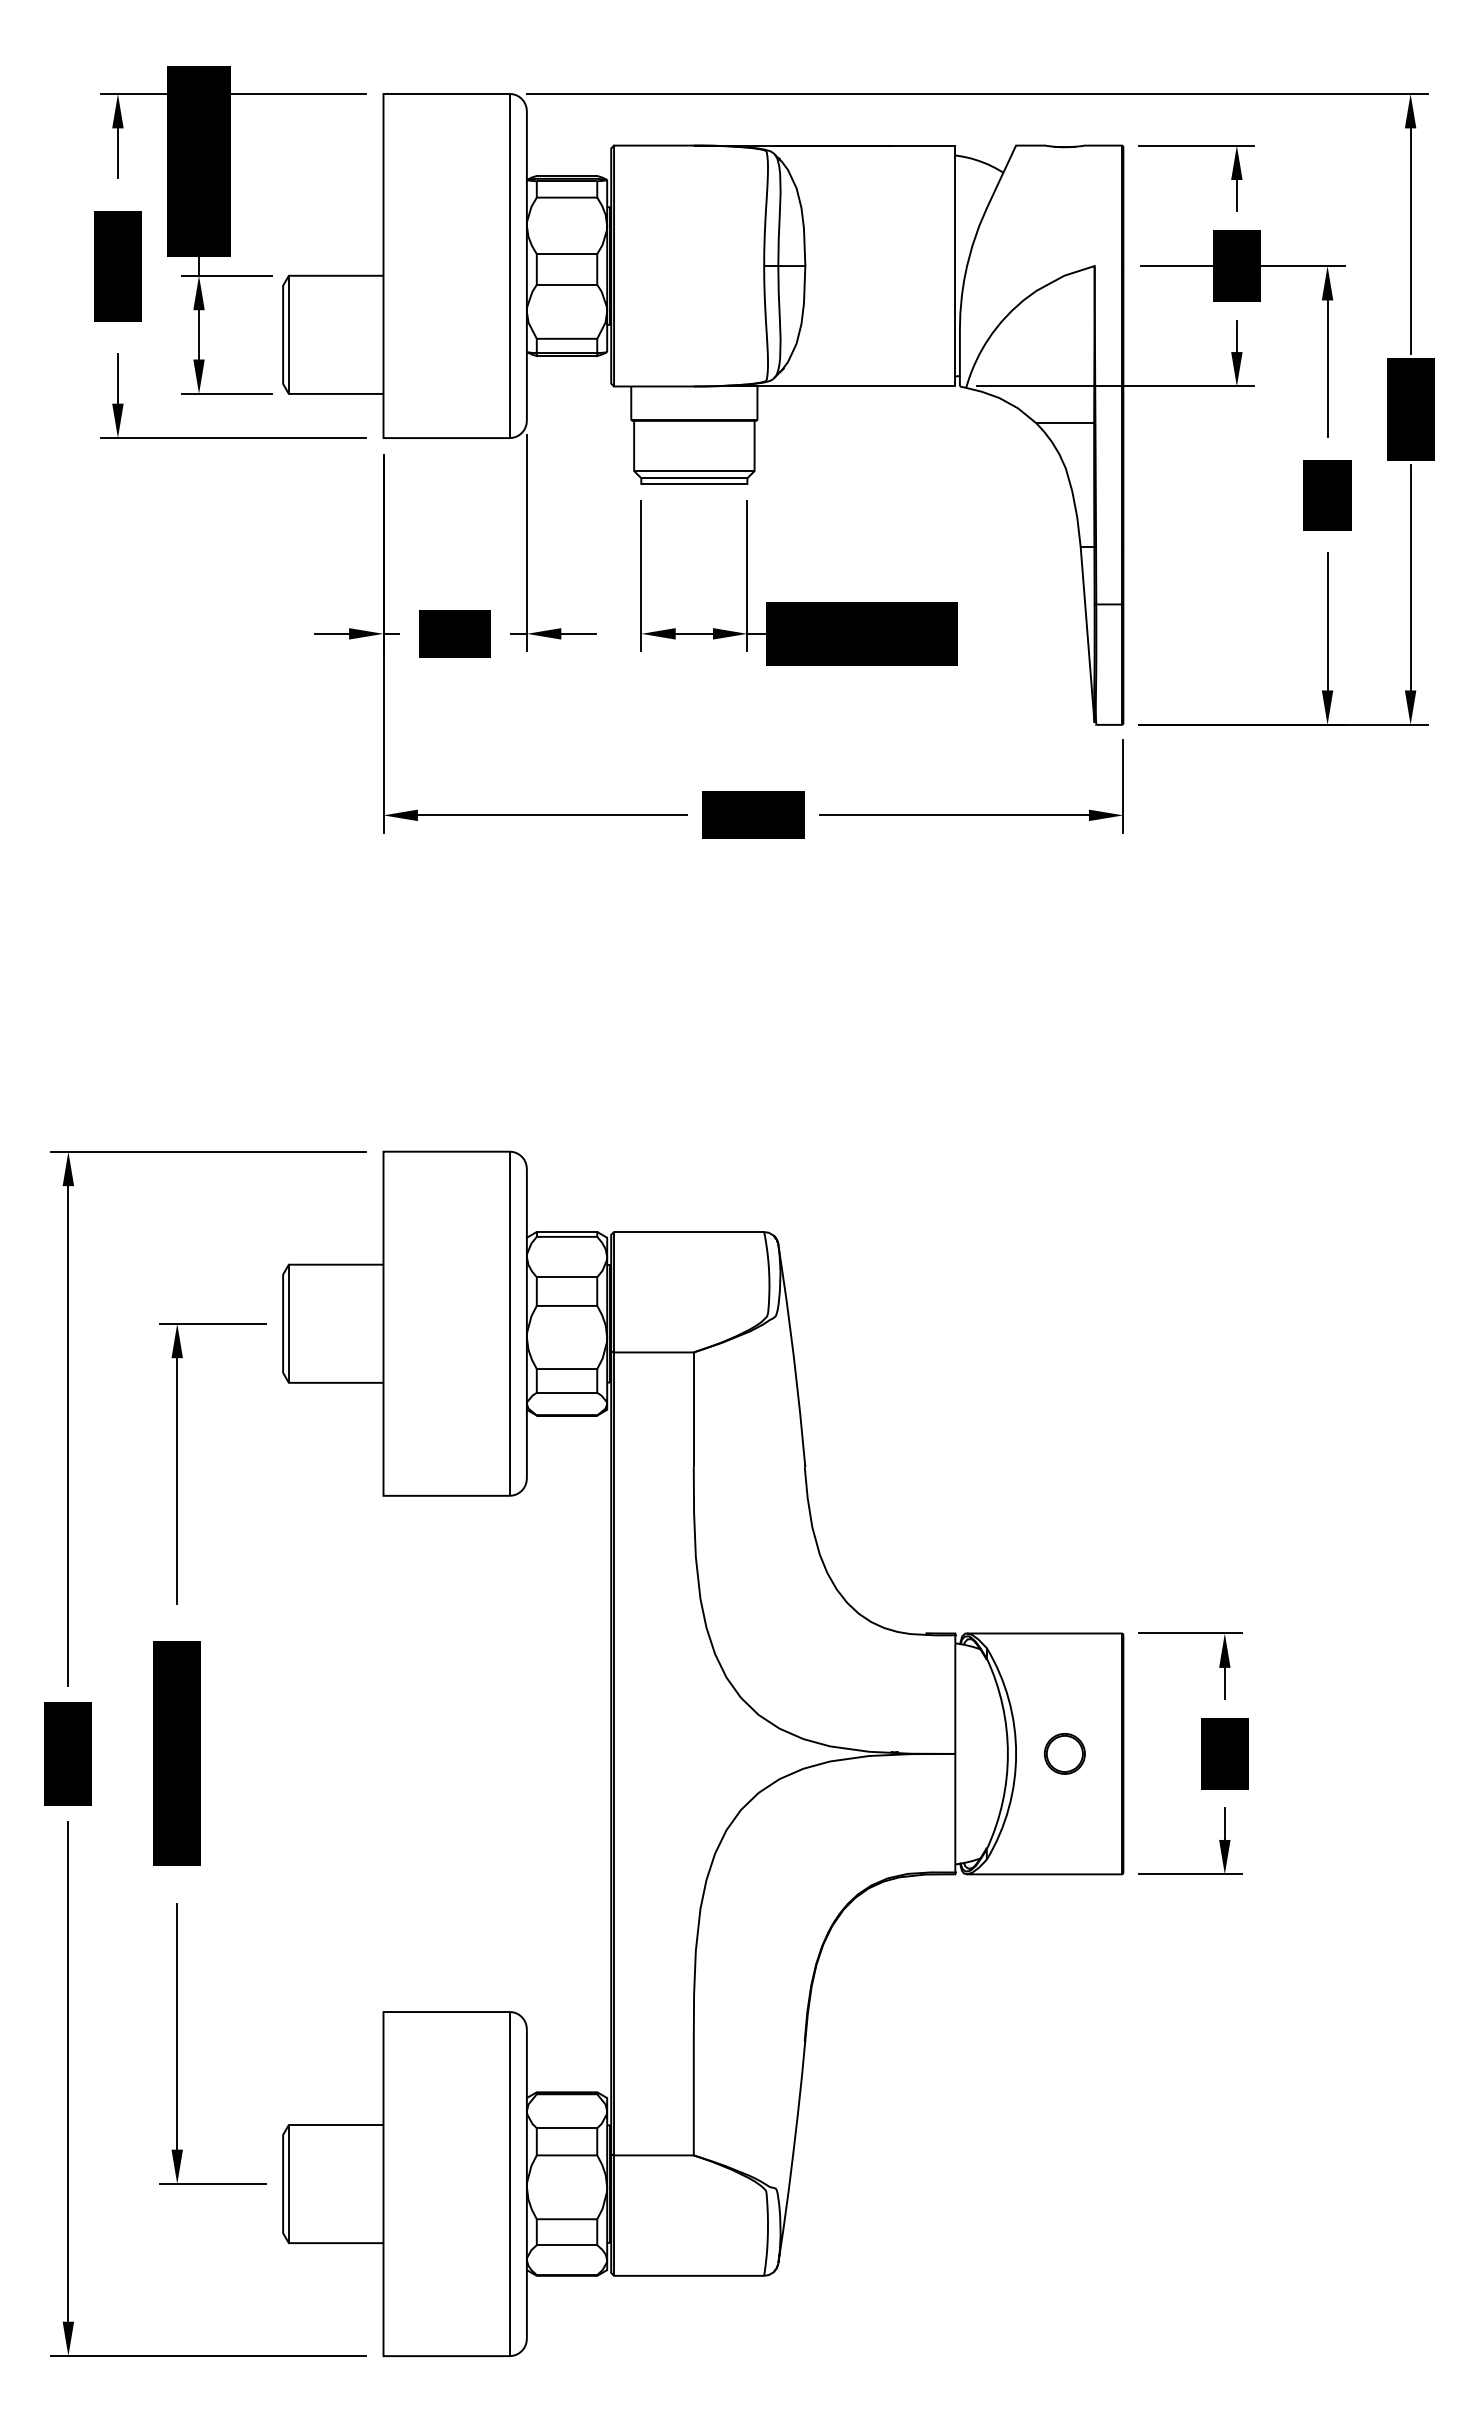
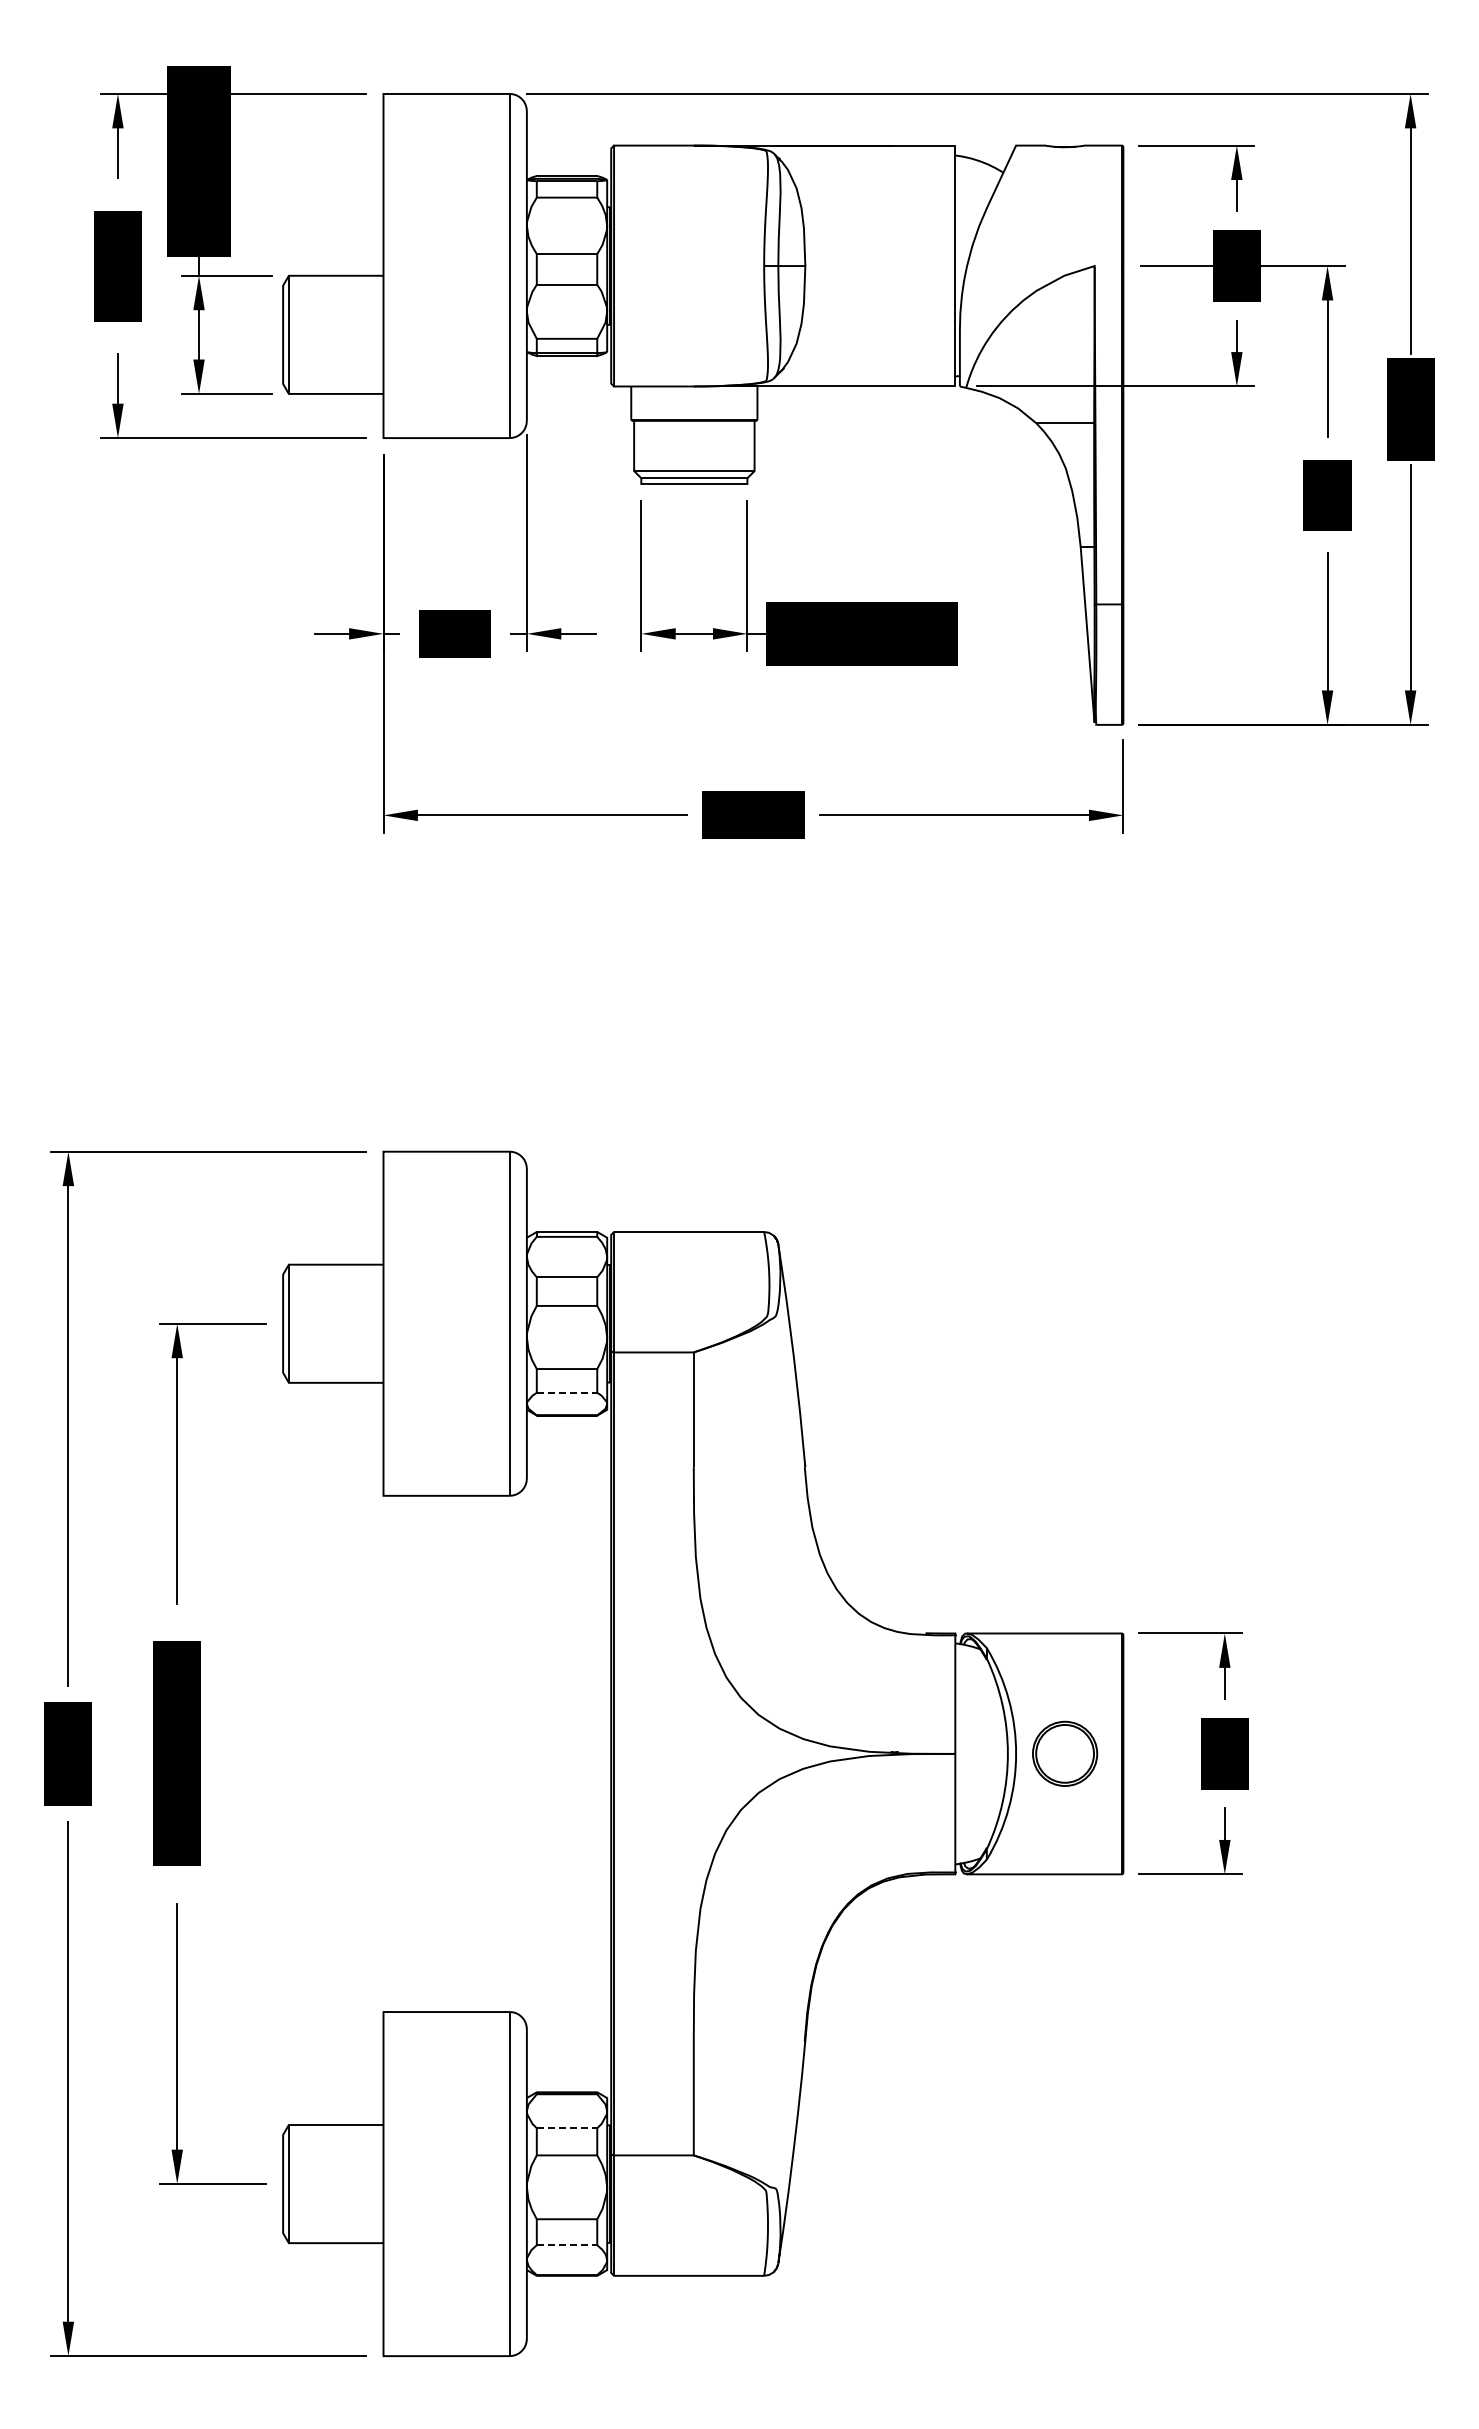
line at (567, 1392): solid -> dashed
part at (1064, 1753) size: 43x42 px -> 67x67 px
line at (567, 2128): solid -> dashed
line at (567, 2245): solid -> dashed
